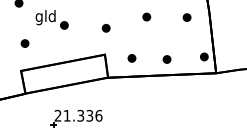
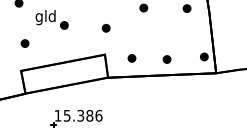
part at (146, 16) position: (146, 16) -> (143, 7)
part at (186, 17) position: (186, 17) -> (186, 8)
text at (73, 115): 21.336 -> 15.386
